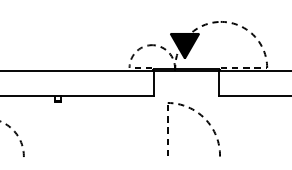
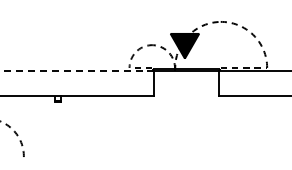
line at (77, 70): solid -> dashed
part at (202, 117): present -> none
